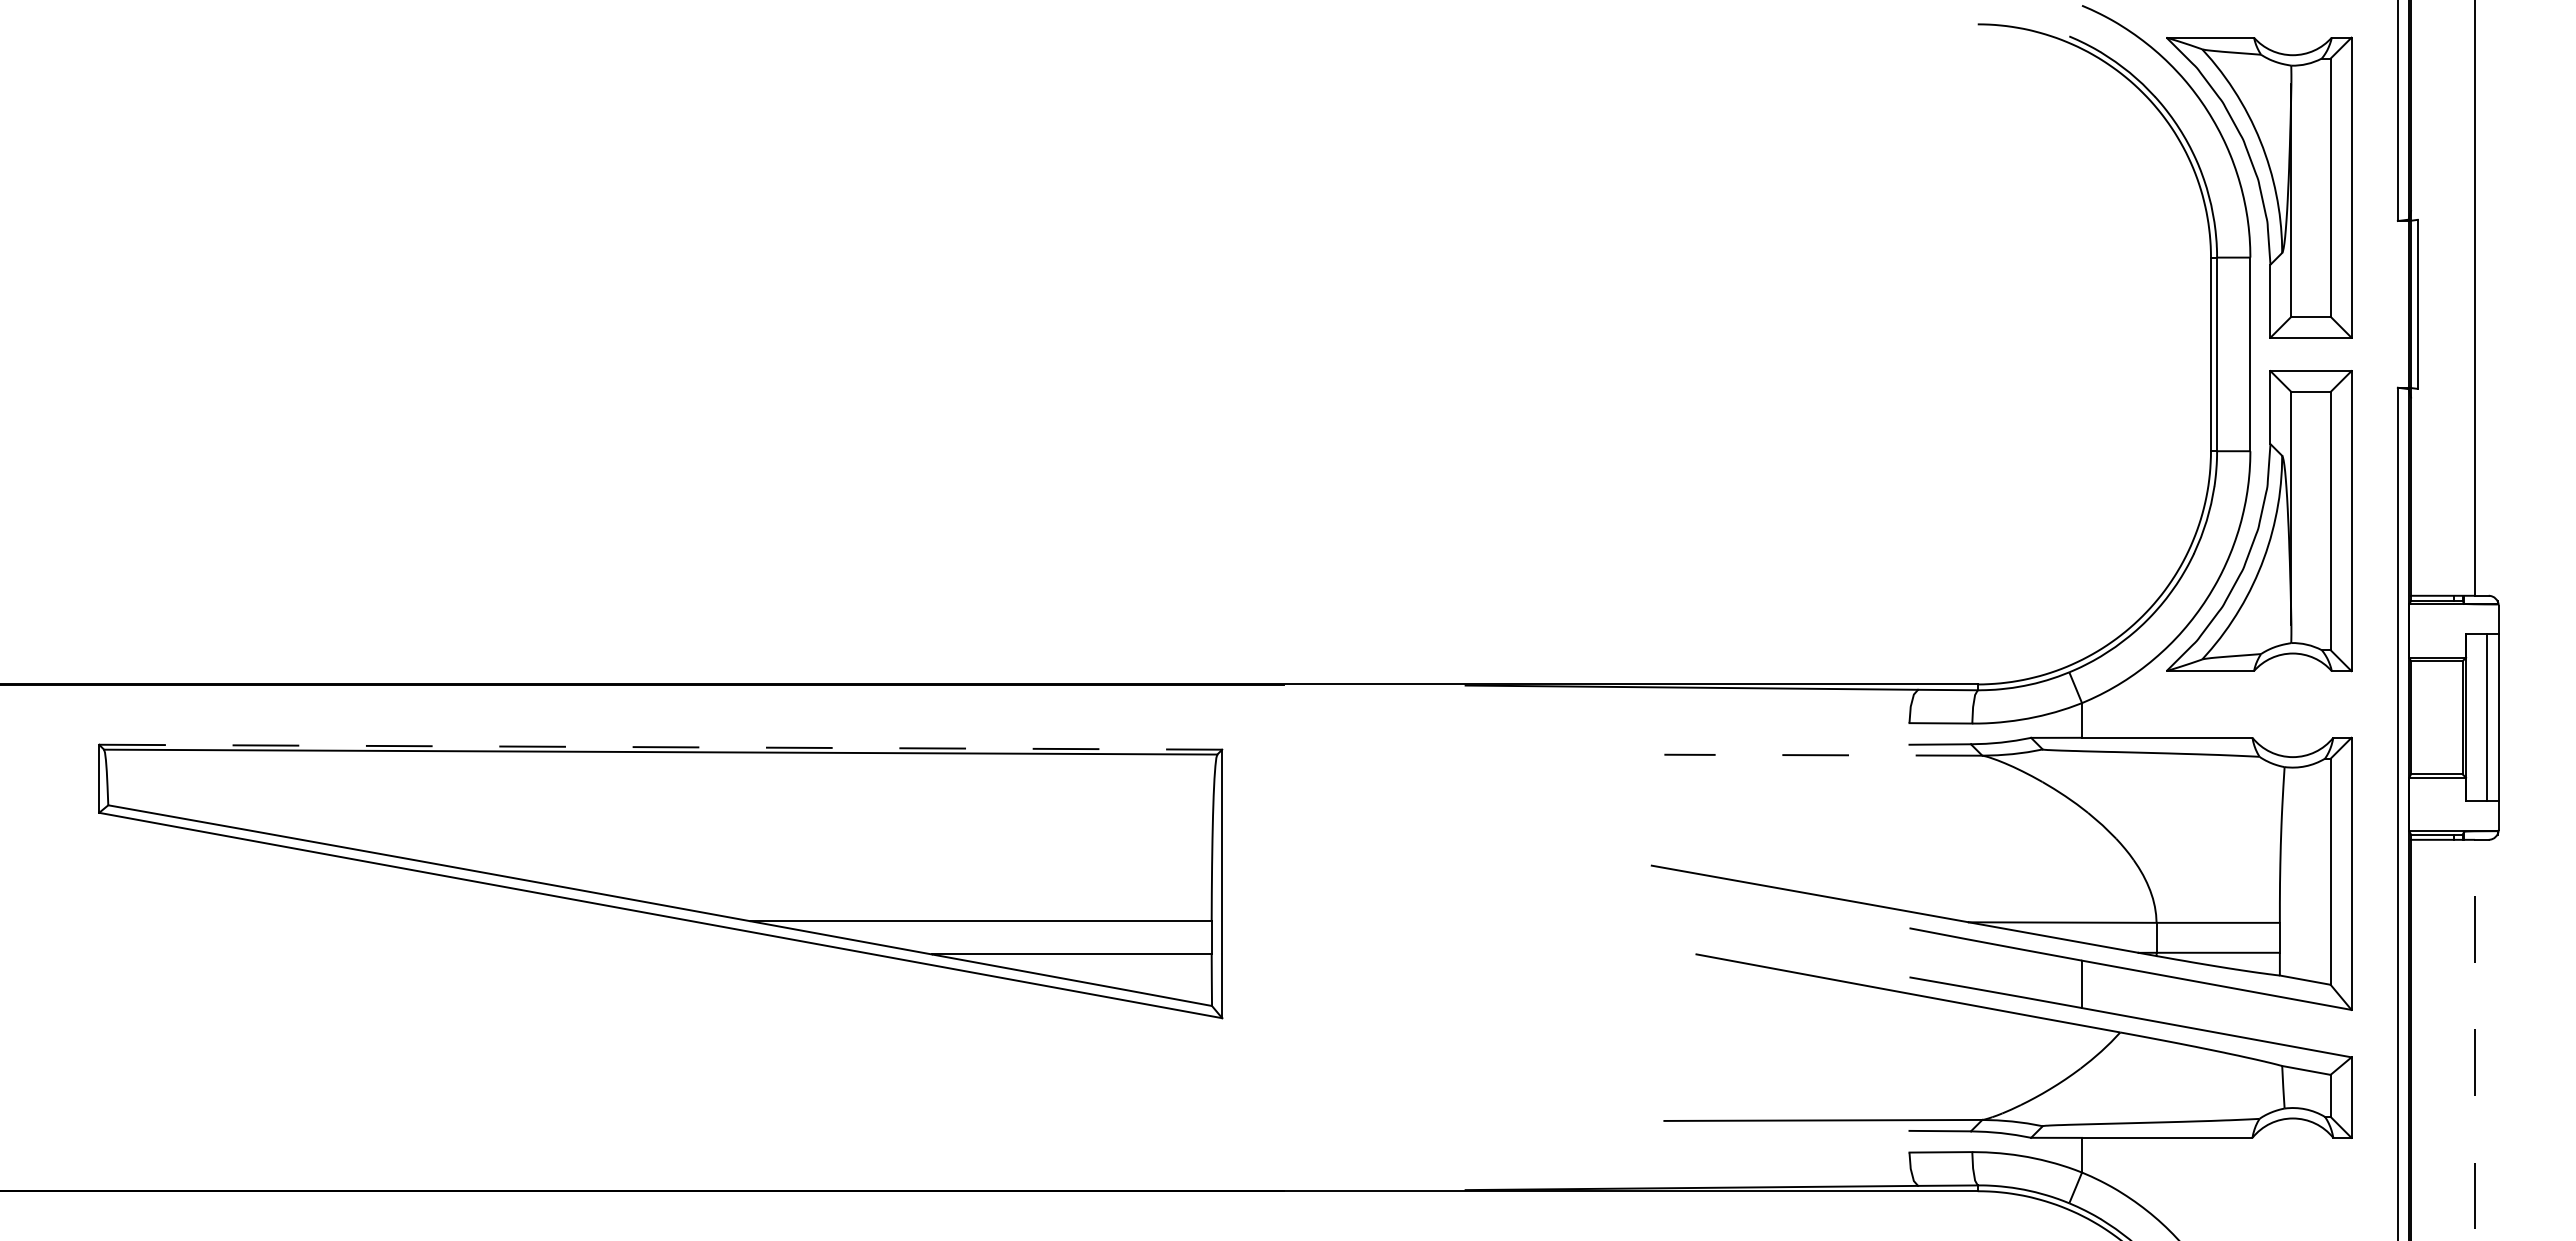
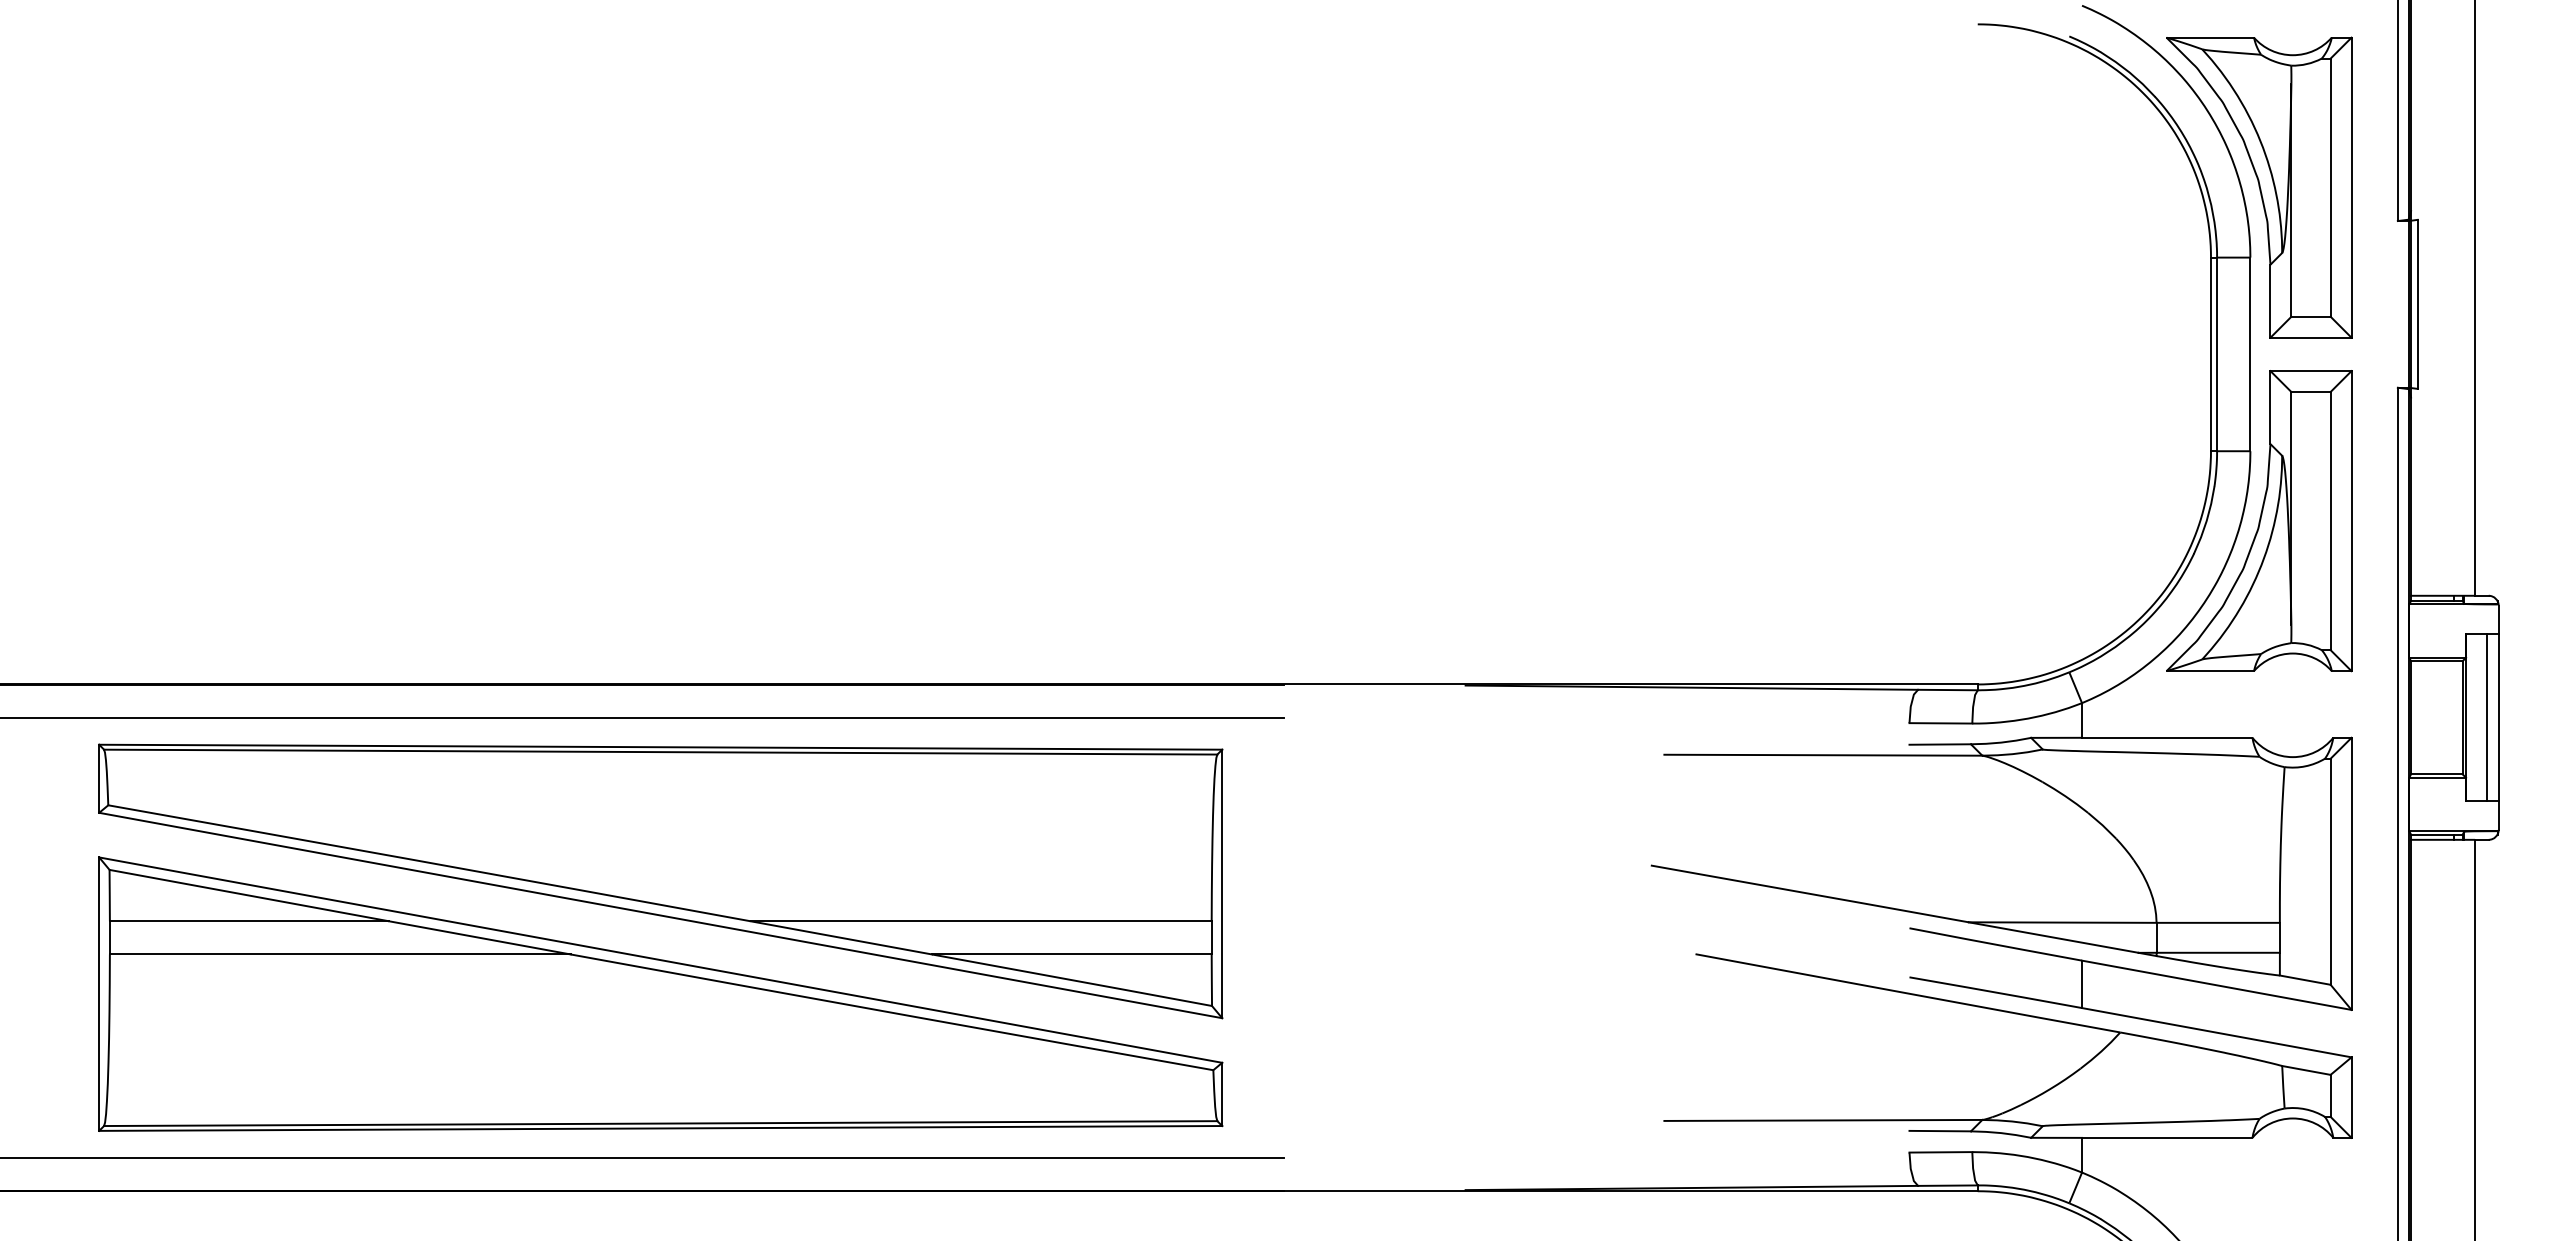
line at (643, 718): none -> present
line at (660, 747): dashed -> solid
line at (1823, 755): dashed -> solid
part at (660, 993): none -> present
line at (2475, 1039): dashed -> solid
line at (643, 1157): none -> present
